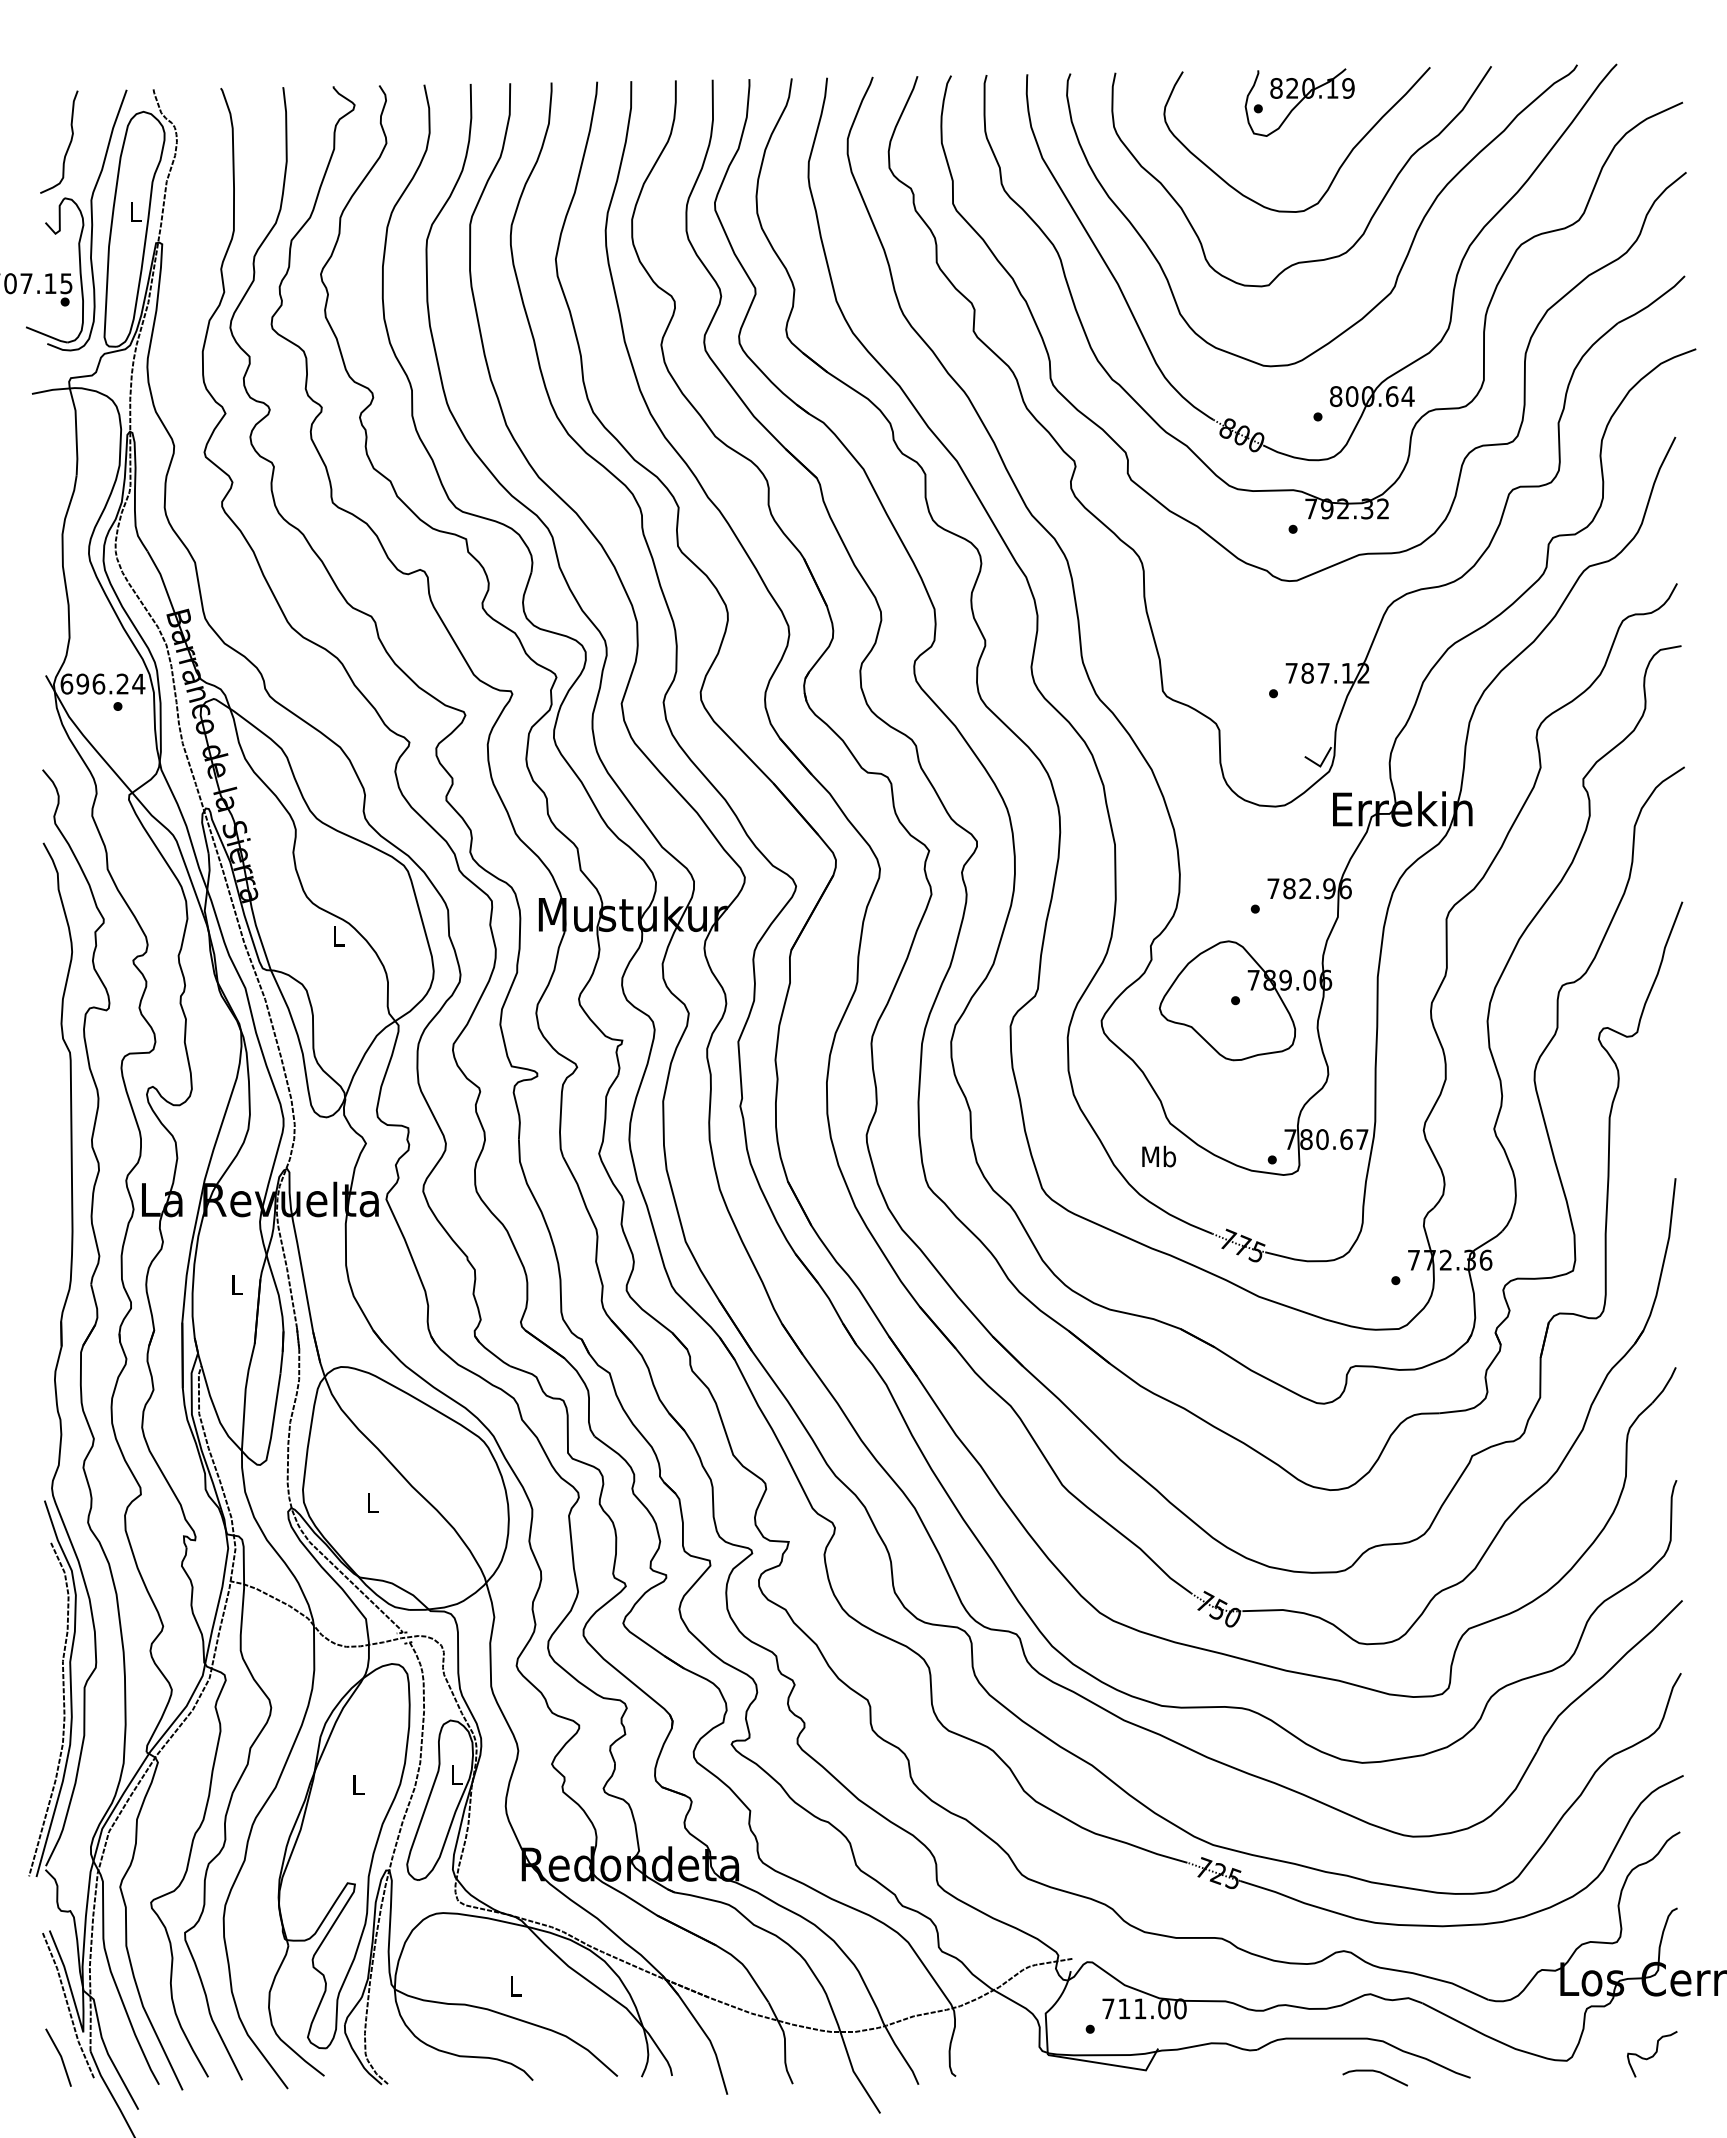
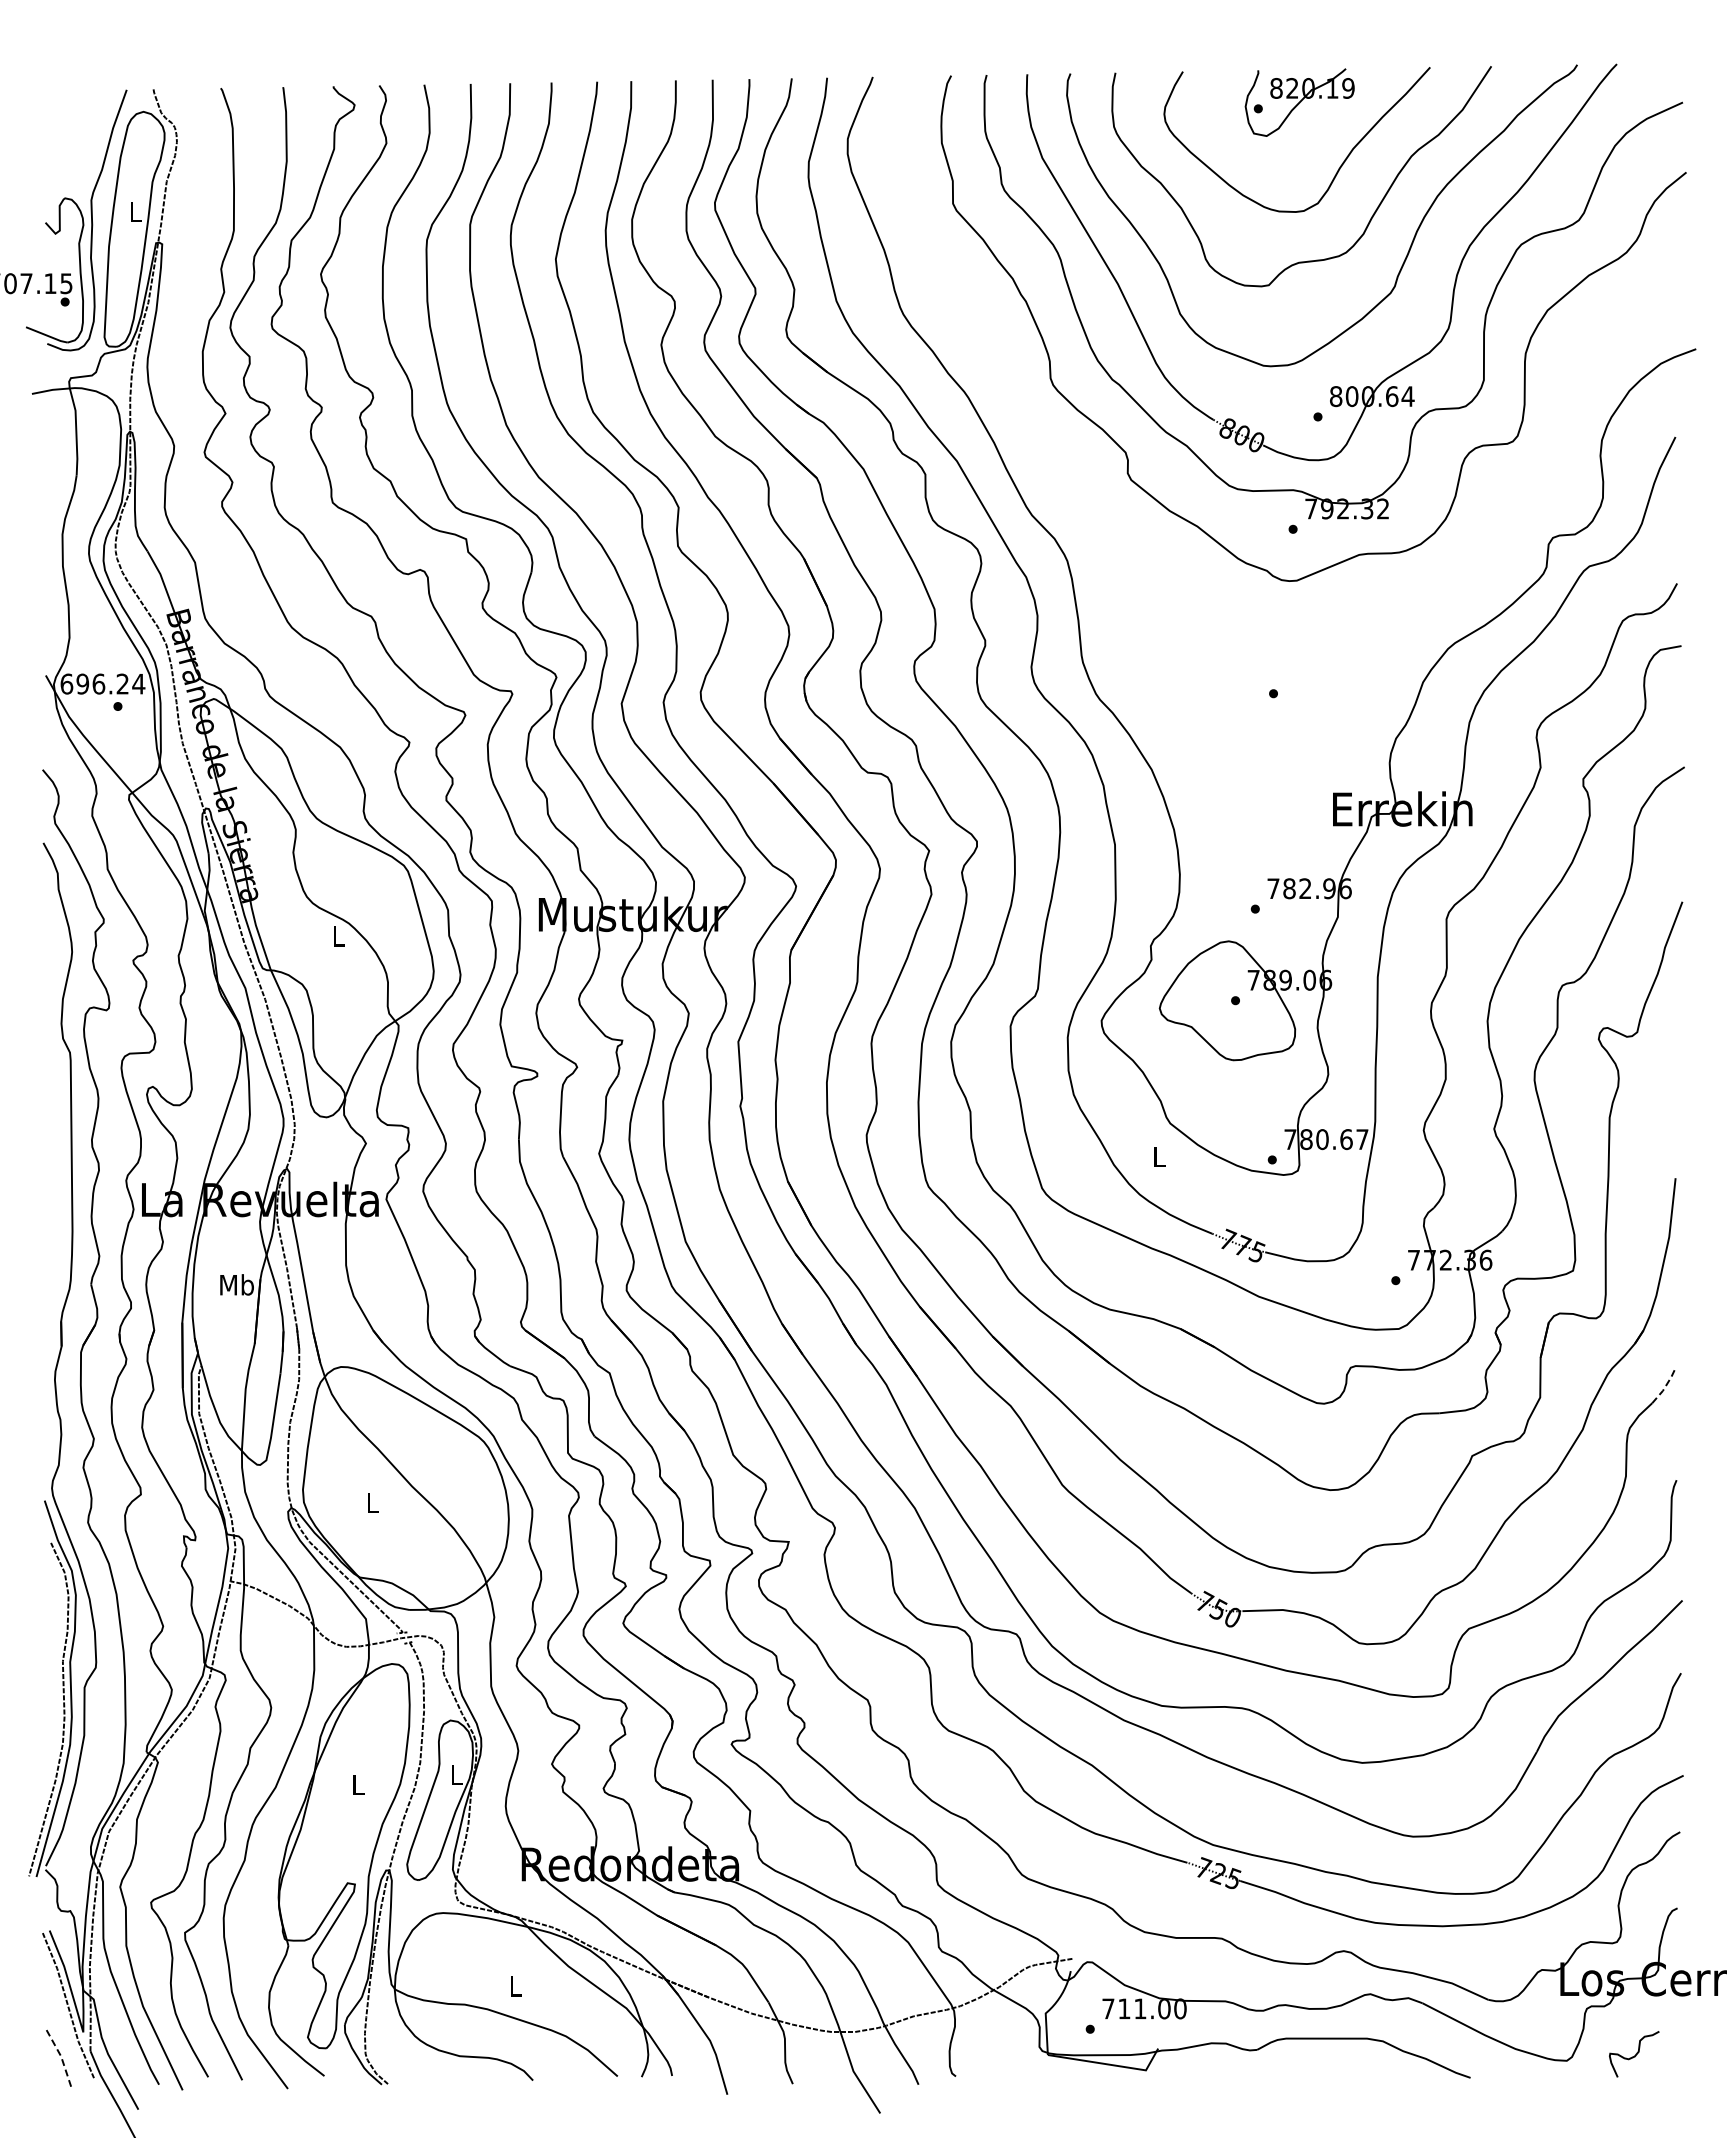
curve at (68, 145): present -> none
part at (1139, 555): present -> none
text at (1159, 1156): Mb -> L
text at (236, 1284): L -> Mb
line at (1665, 1386): solid -> dashed
curve at (1653, 2054) position: (1653, 2054) -> (1635, 2054)
line at (61, 2056): solid -> dashed
curve at (1375, 2072): present -> none
